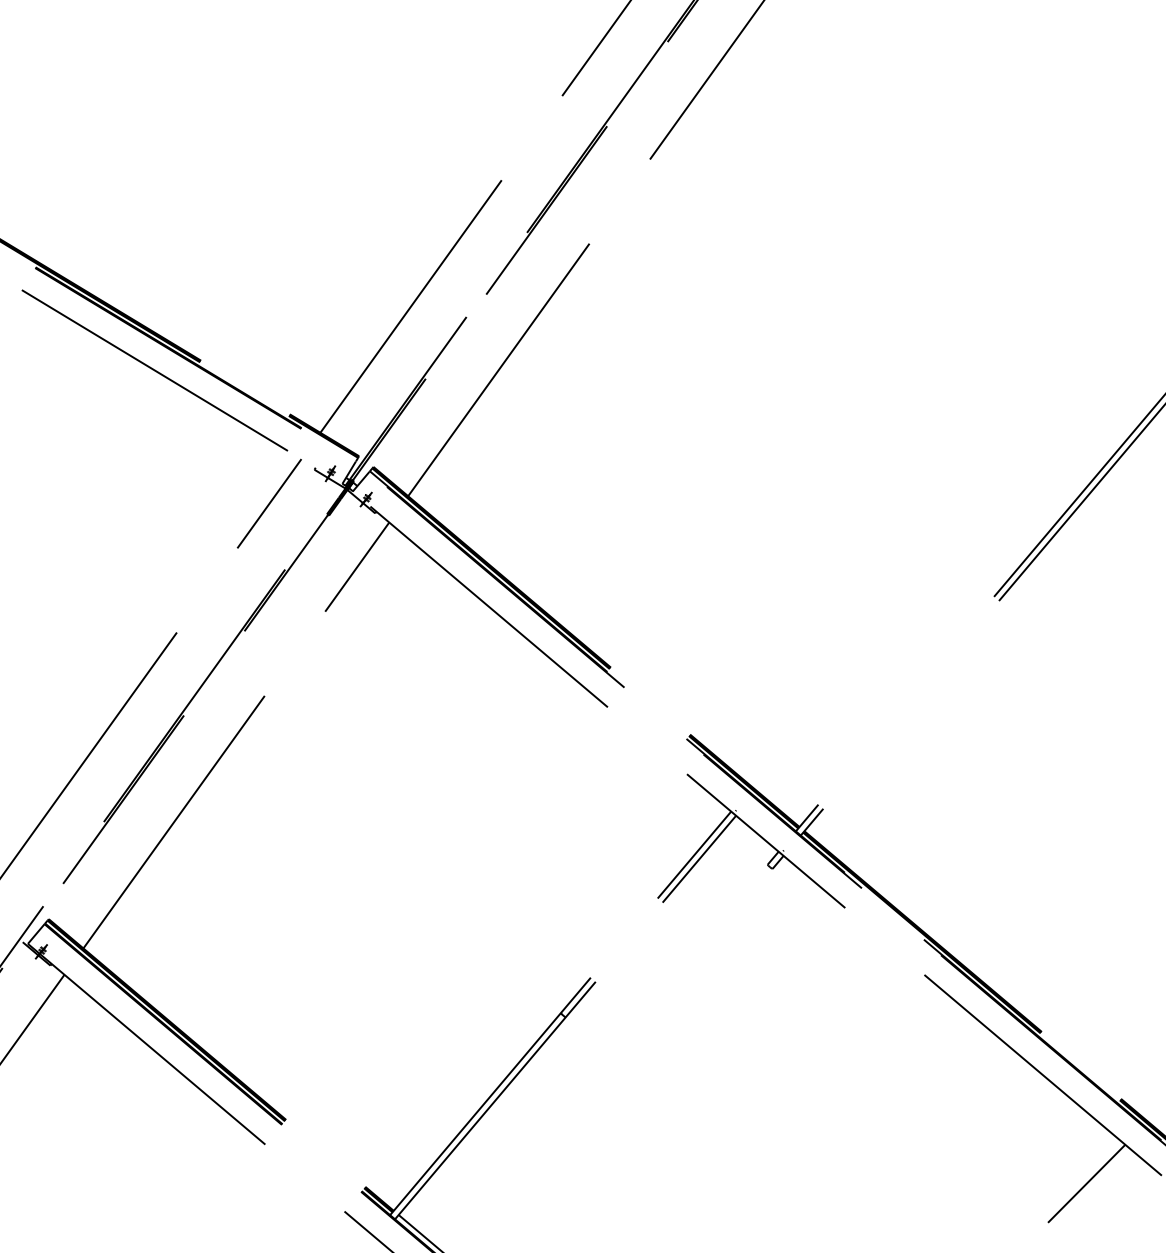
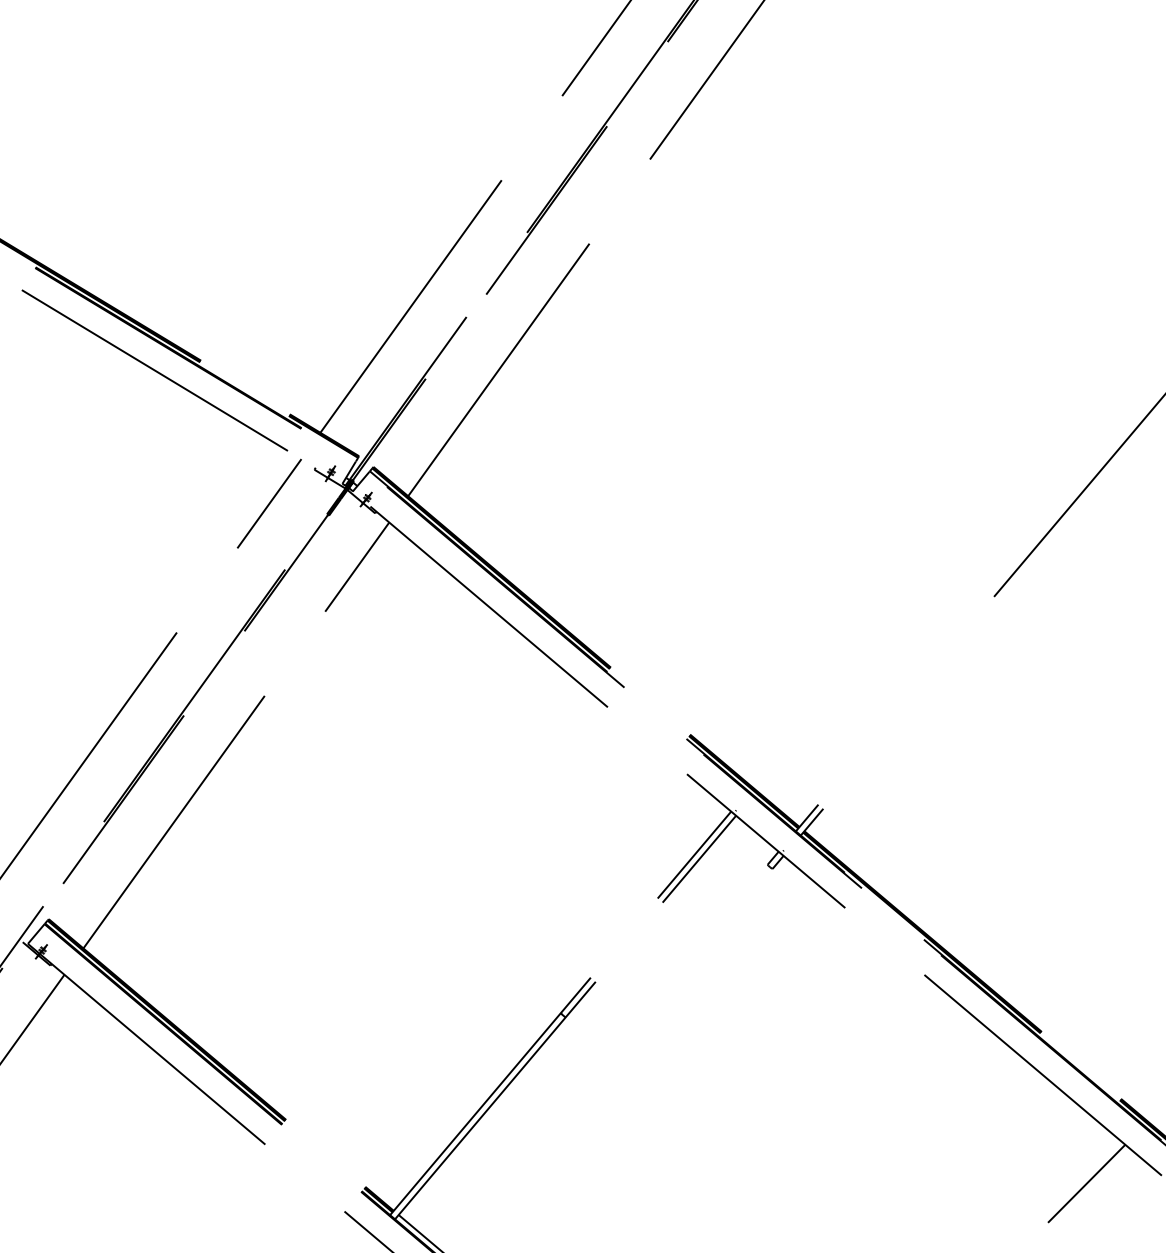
line at (1080, 503): present -> none
